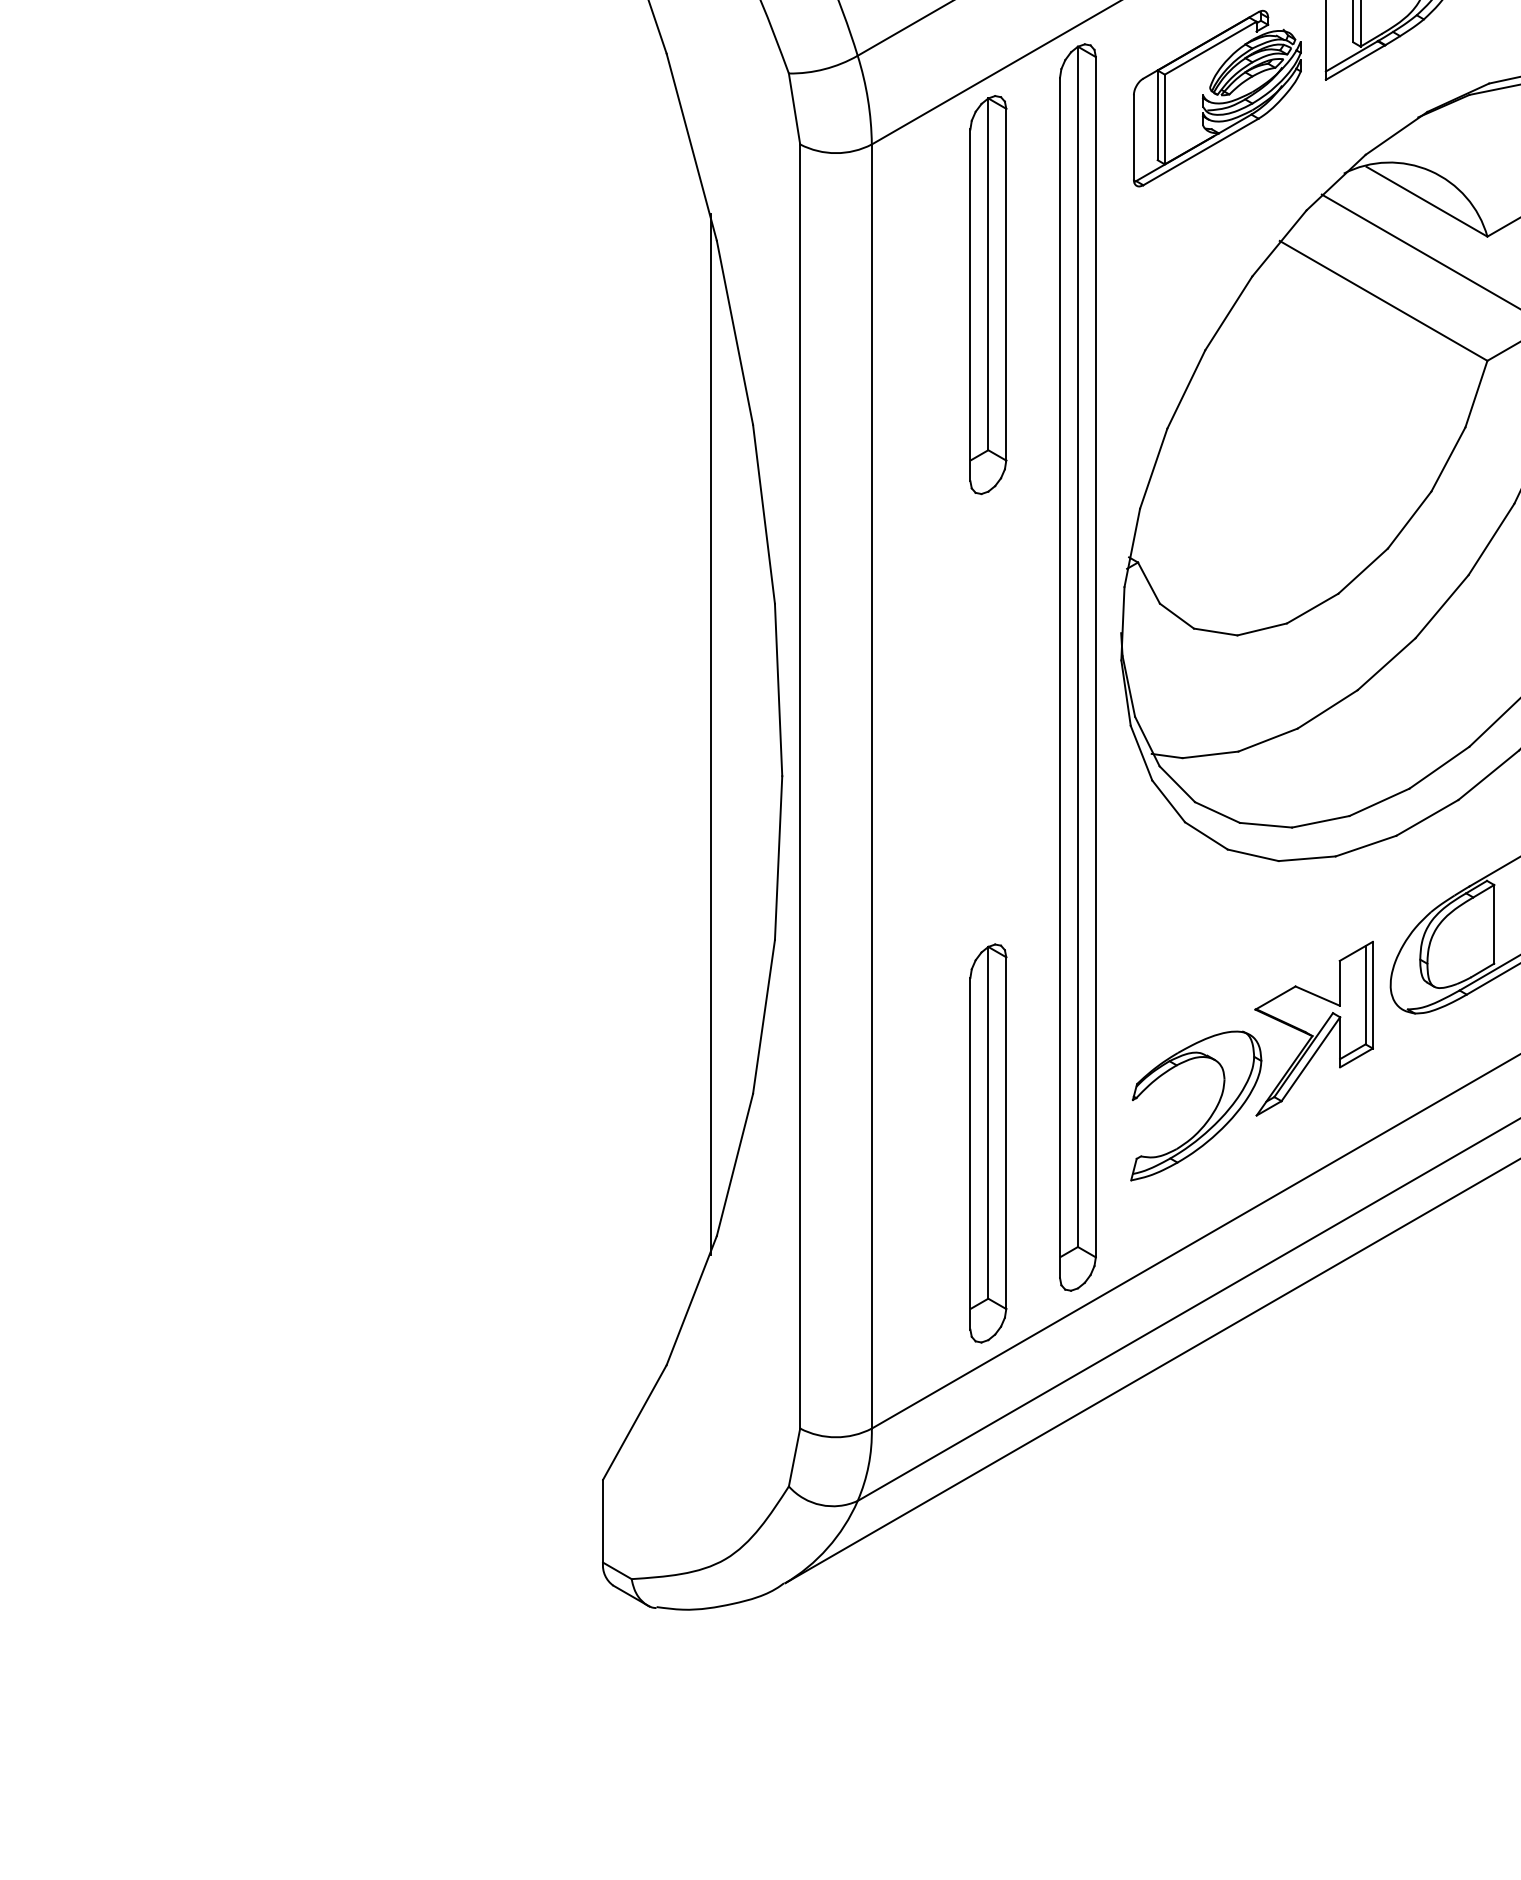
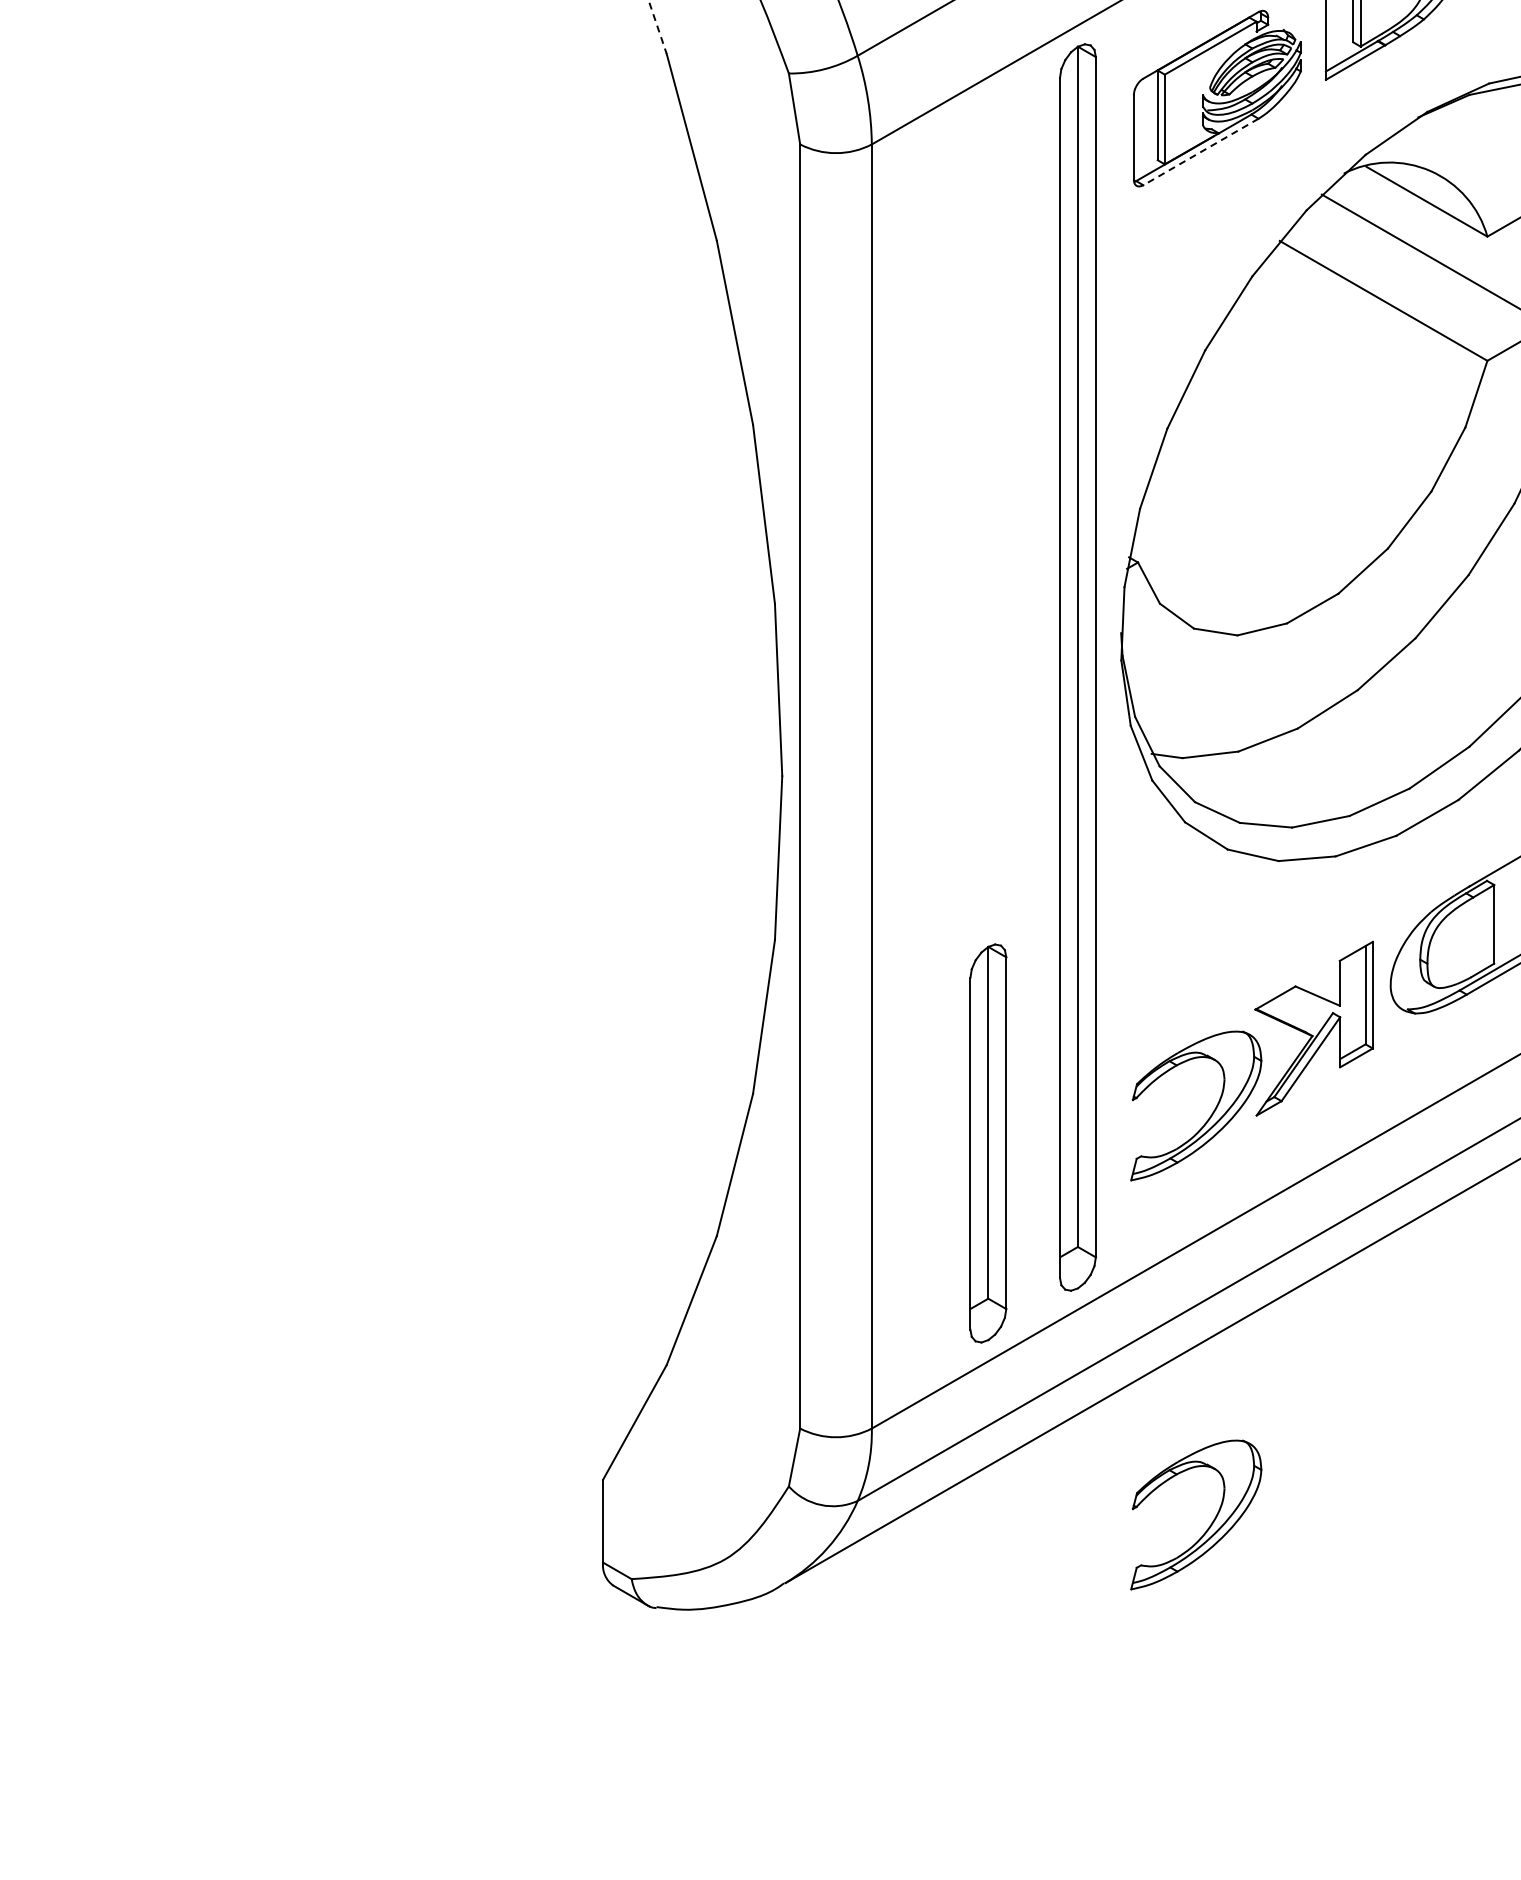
line at (657, 27): solid -> dashed
line at (1200, 152): solid -> dashed
part at (988, 295): present -> none
line at (710, 734): present -> none
part at (1211, 1522): none -> present
